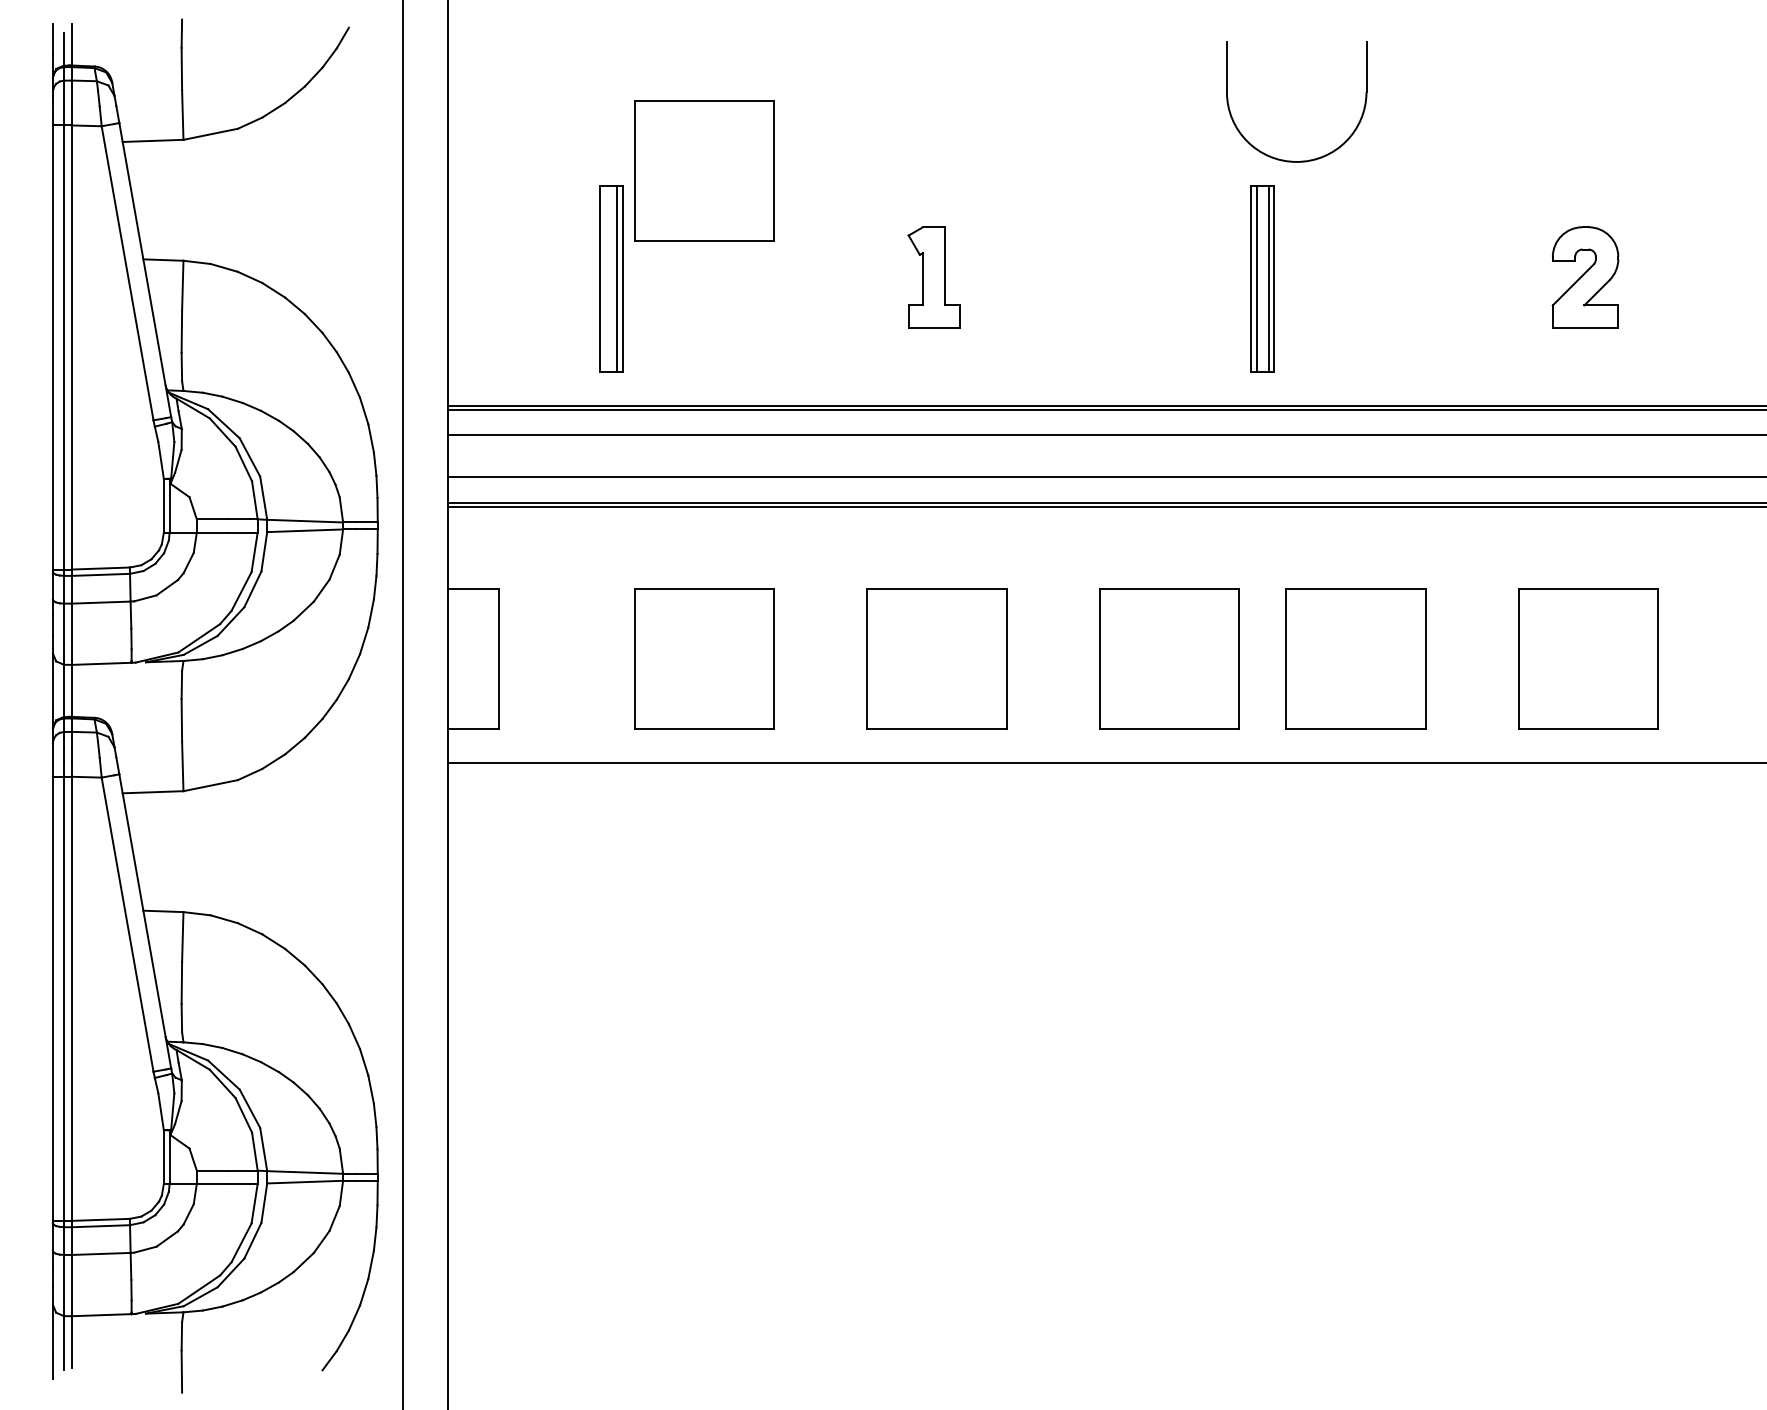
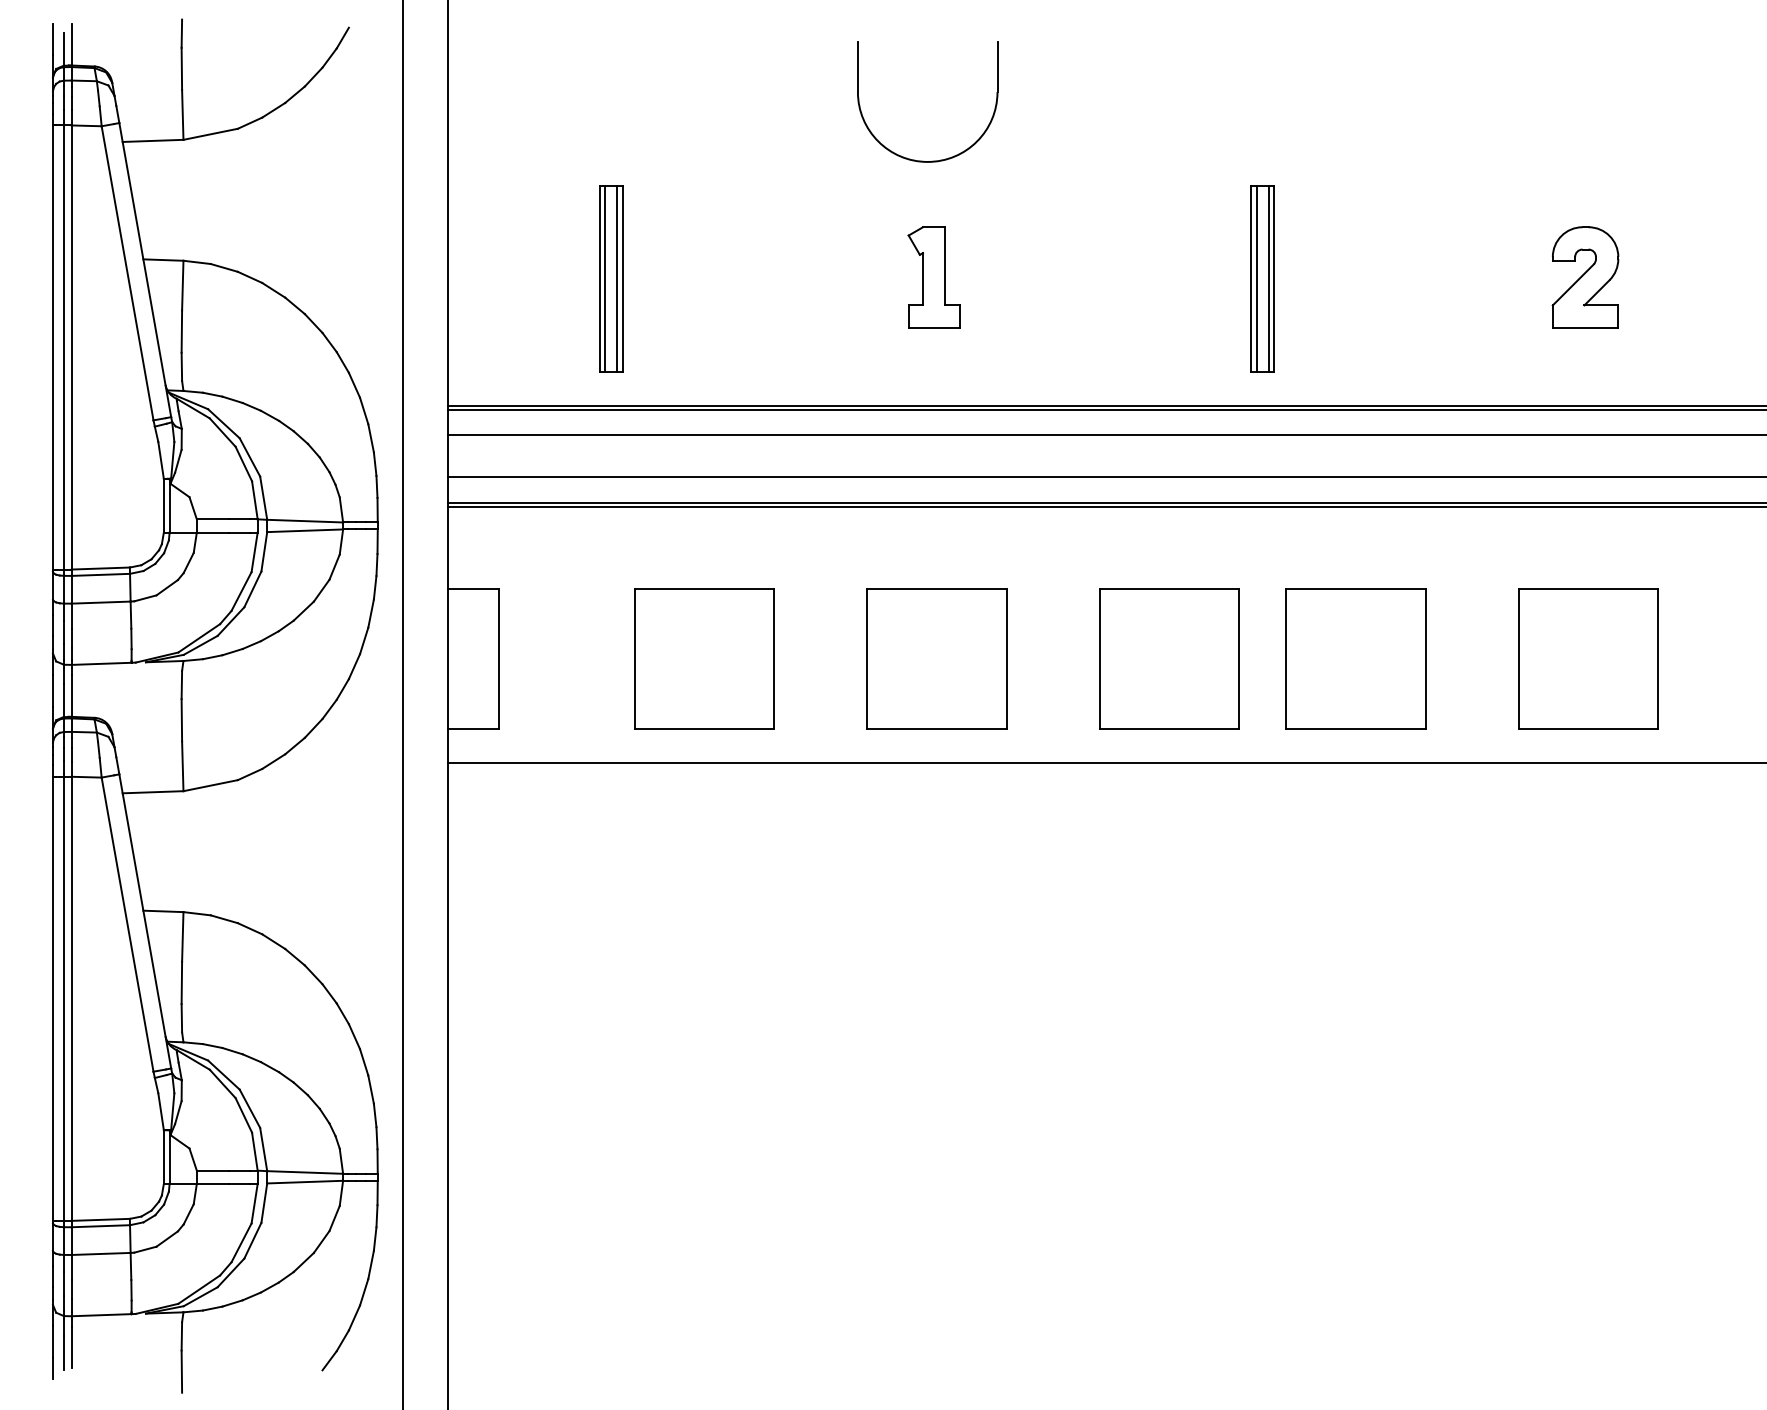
part at (1292, 160) position: (1292, 160) -> (923, 160)
part at (704, 170): present -> none
line at (605, 279): none -> present
